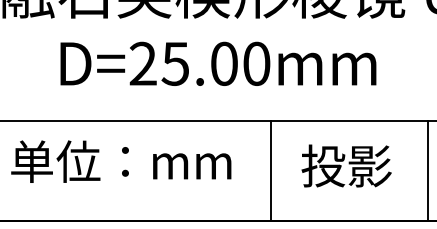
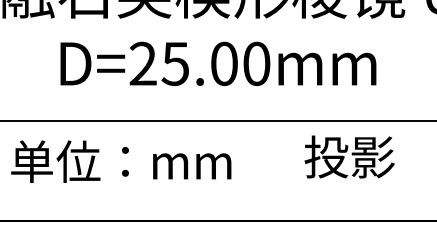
text at (346, 165) position: (346, 165) -> (349, 156)
line at (271, 170): present -> none
line at (427, 170): present -> none
